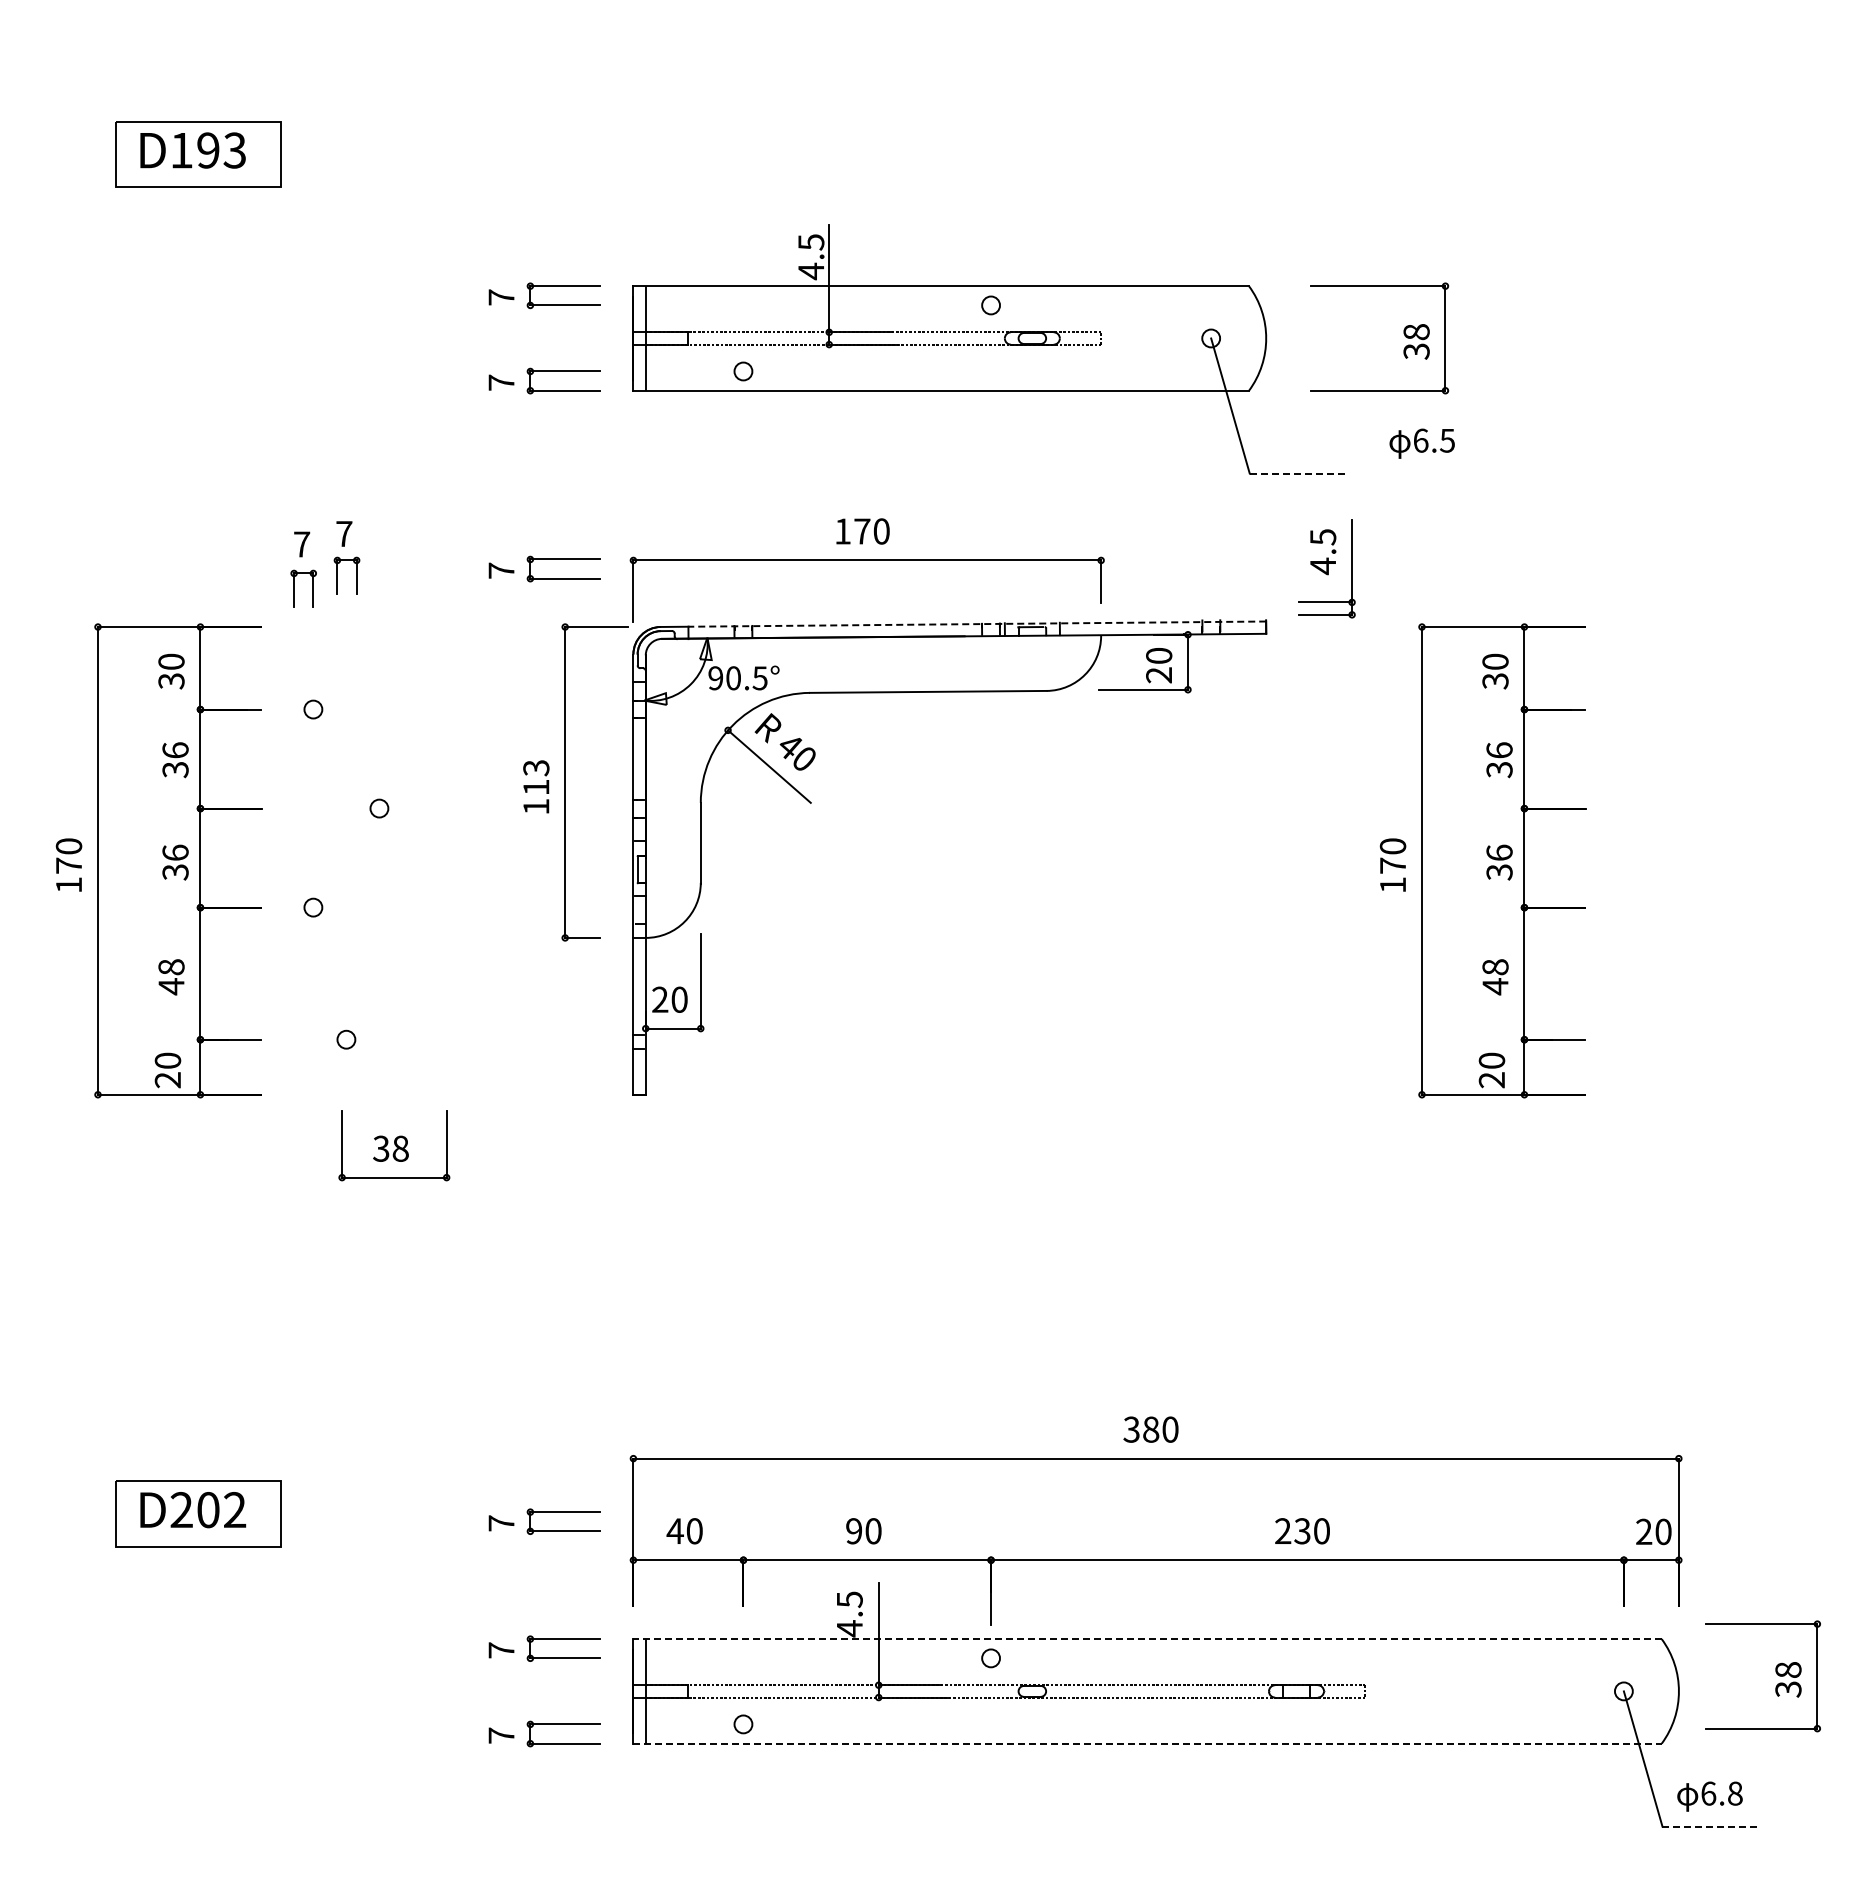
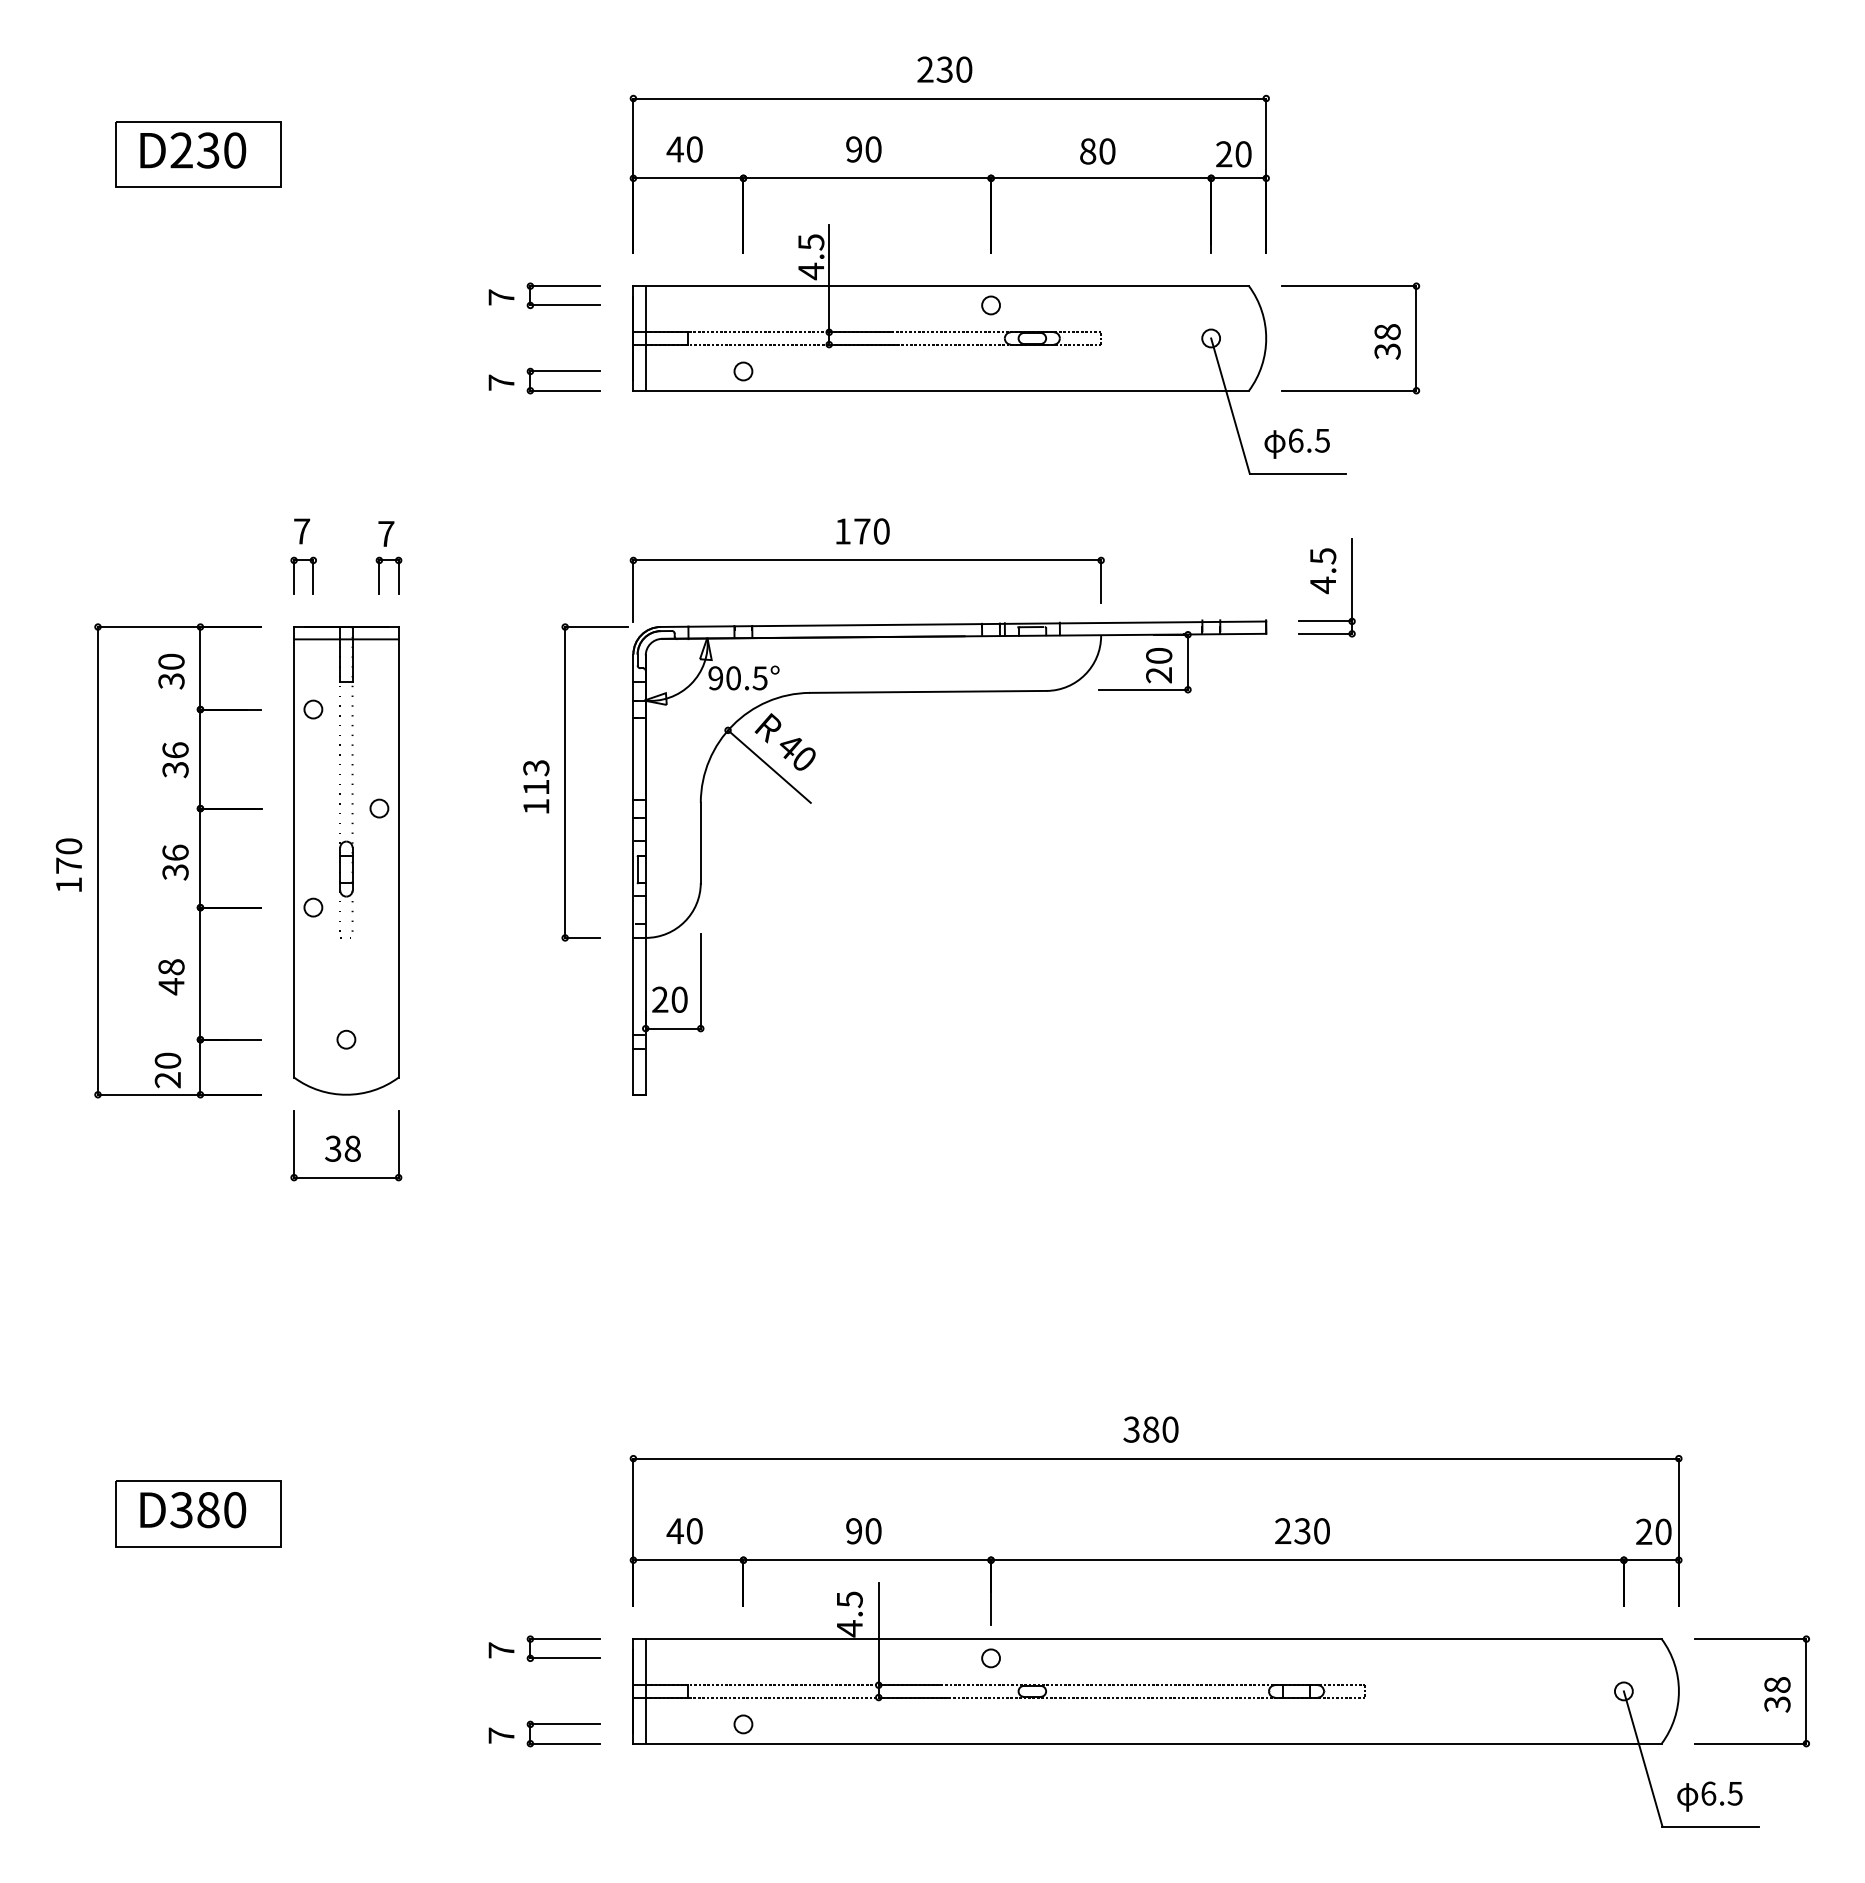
text at (208, 150): D193 -> D230
part at (949, 154): none -> present
part at (1403, 333) position: (1403, 333) -> (1374, 333)
text at (1421, 443) position: (1421, 443) -> (1296, 443)
line at (1298, 473): dashed -> solid
part at (346, 557) position: (346, 557) -> (388, 557)
part at (544, 559): present -> none
part at (1326, 568) position: (1326, 568) -> (1326, 587)
part at (303, 569) position: (303, 569) -> (303, 556)
line at (977, 624): dashed -> solid
part at (346, 860): none -> present
part at (1482, 860): present -> none
part at (394, 1145) position: (394, 1145) -> (346, 1145)
text at (208, 1510): D202 -> D380
part at (544, 1512): present -> none
line at (1147, 1639): dashed -> solid
part at (1775, 1672) position: (1775, 1672) -> (1764, 1687)
line at (1148, 1743): dashed -> solid
text at (1734, 1793): 6.8 -> 6.5
line at (1711, 1826): dashed -> solid
